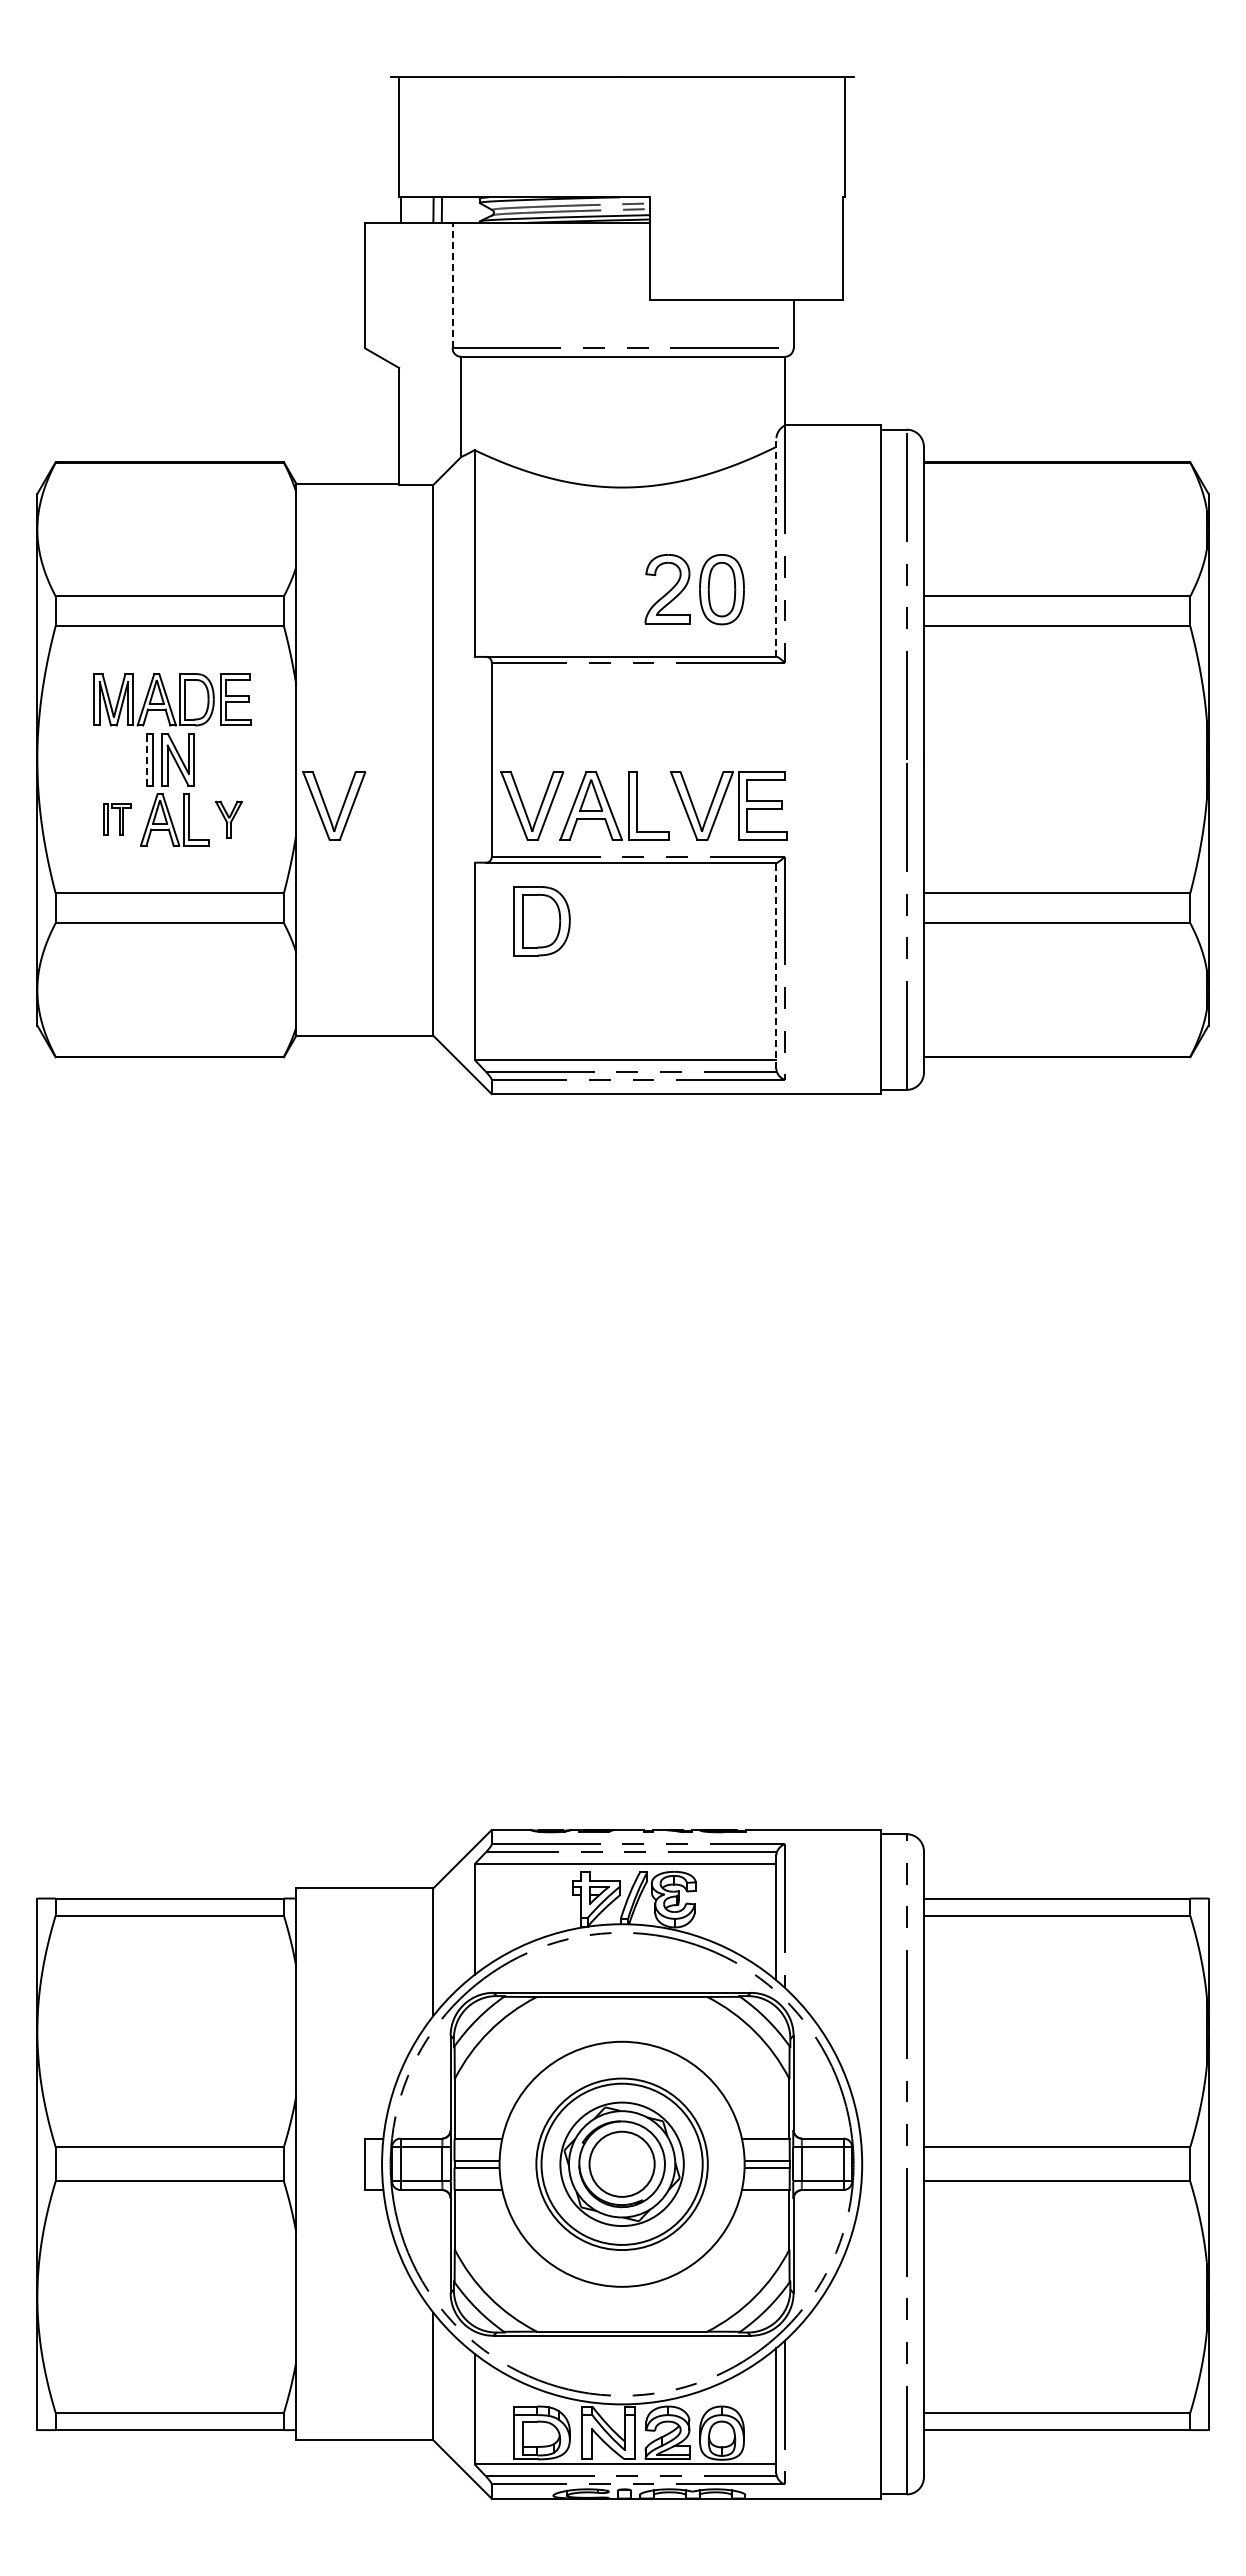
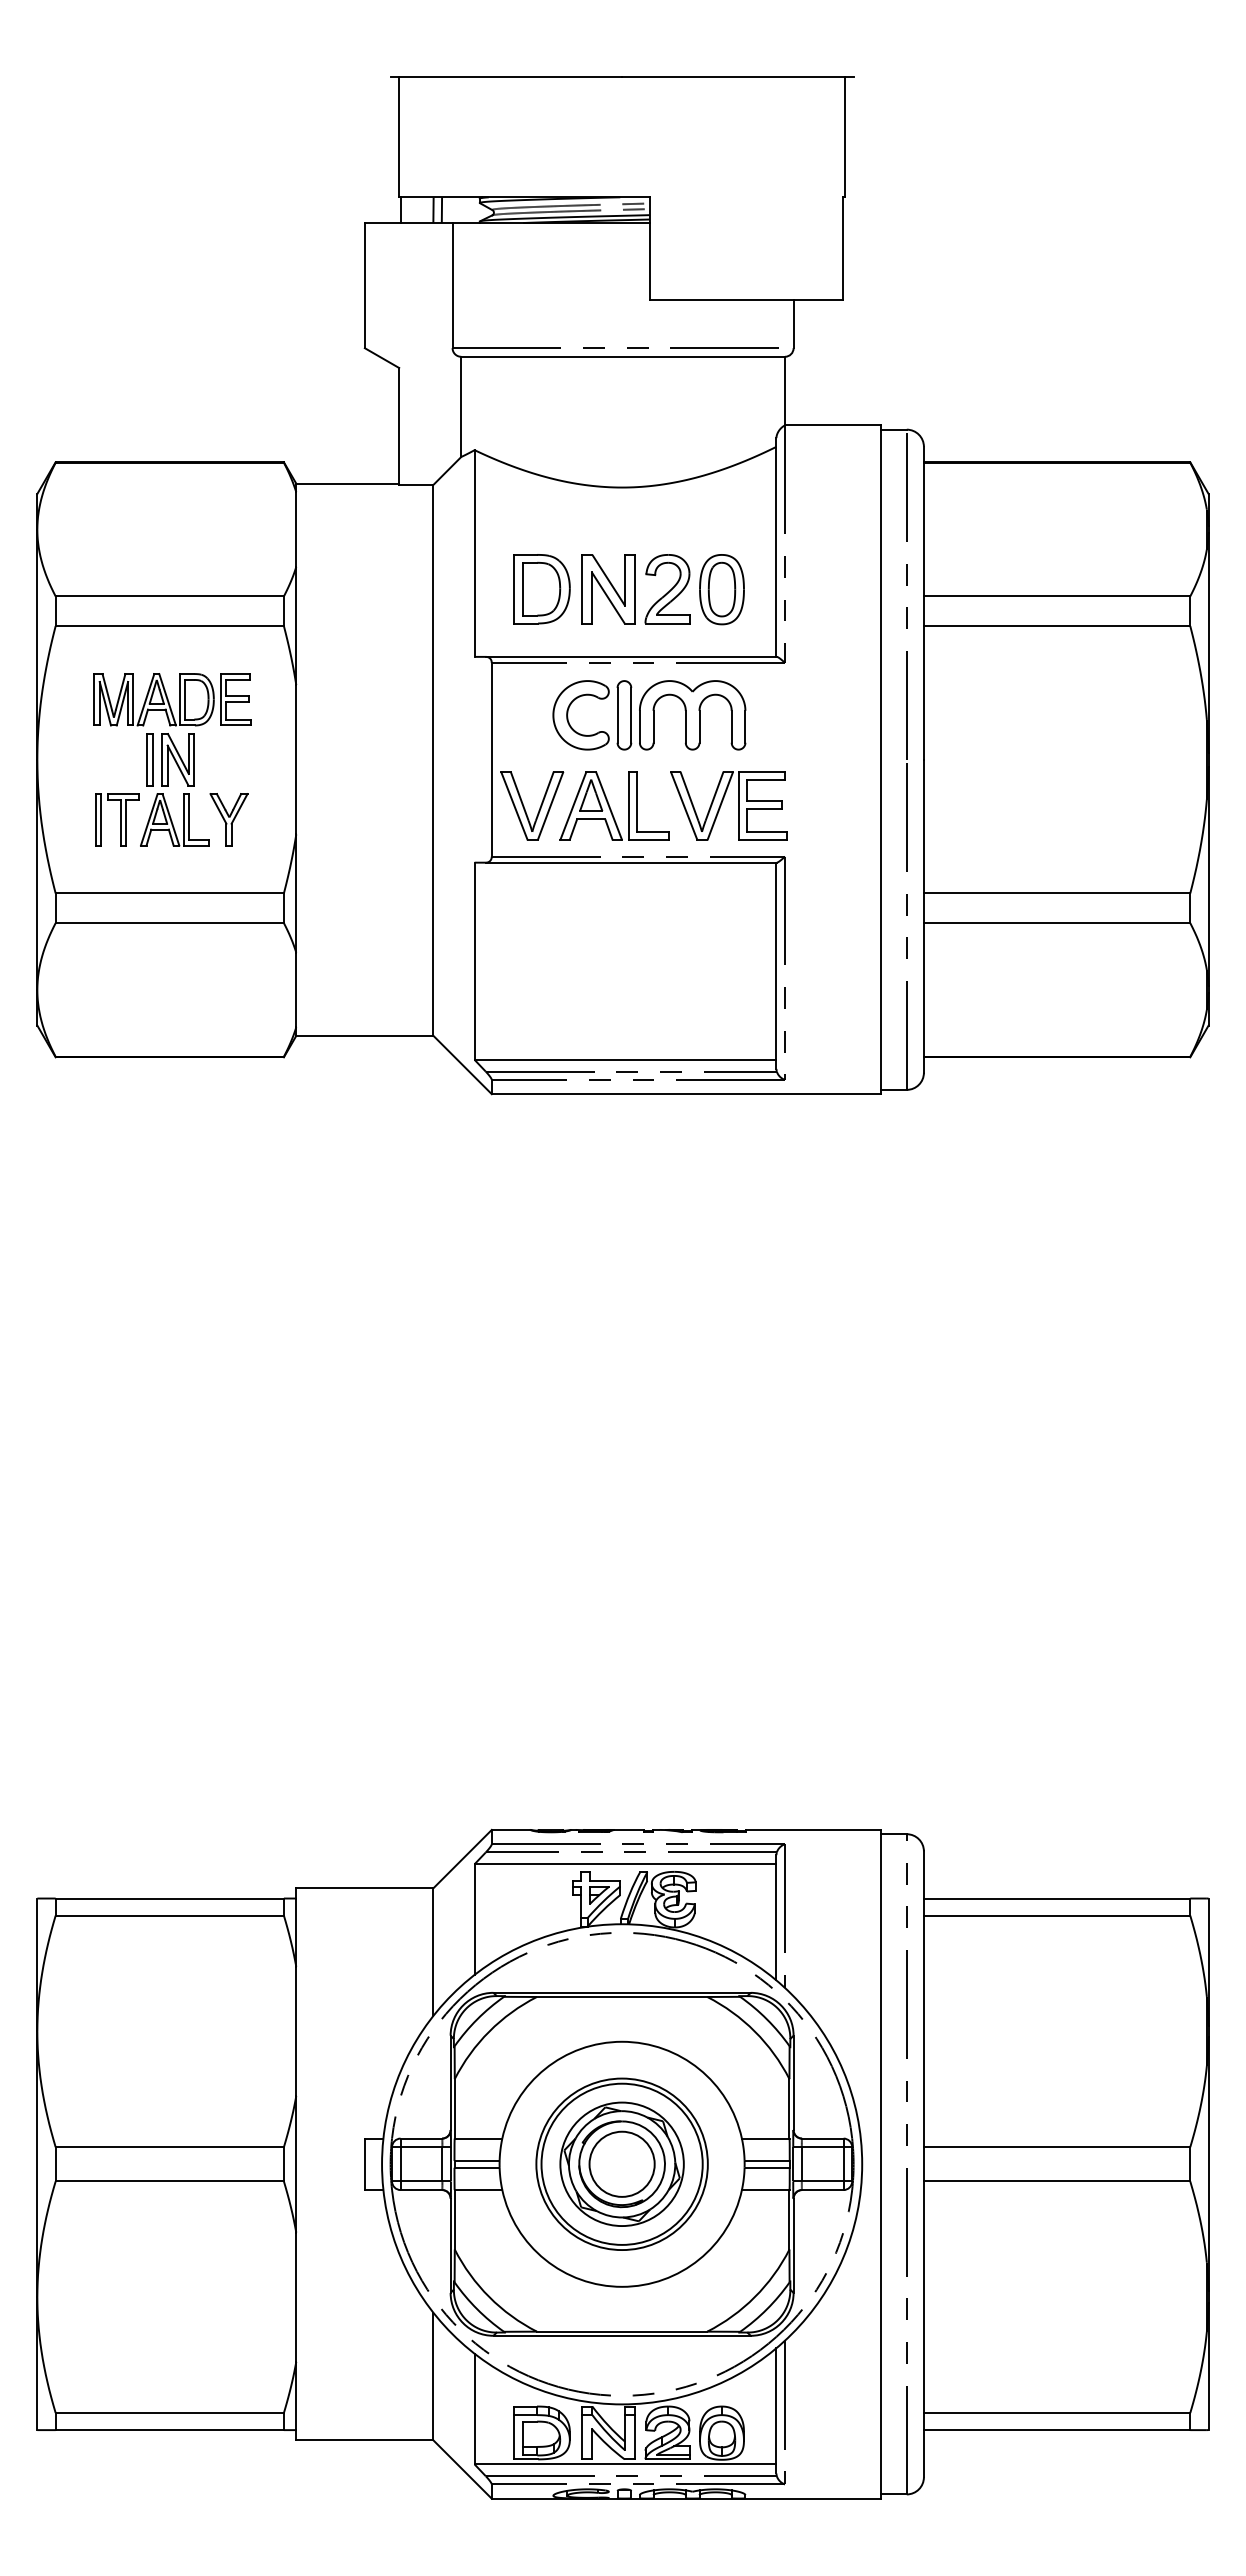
line at (452, 285): dashed -> solid
line at (776, 547): dashed -> solid
part at (608, 589): none -> present
part at (649, 715): none -> present
line at (147, 759): dashed -> solid
part at (341, 807): present -> none
part at (117, 819) size: 29x33 px -> 45x54 px
part at (228, 819) size: 28x39 px -> 40x54 px
part at (541, 921) position: (541, 921) -> (541, 589)
line at (776, 965): dashed -> solid
